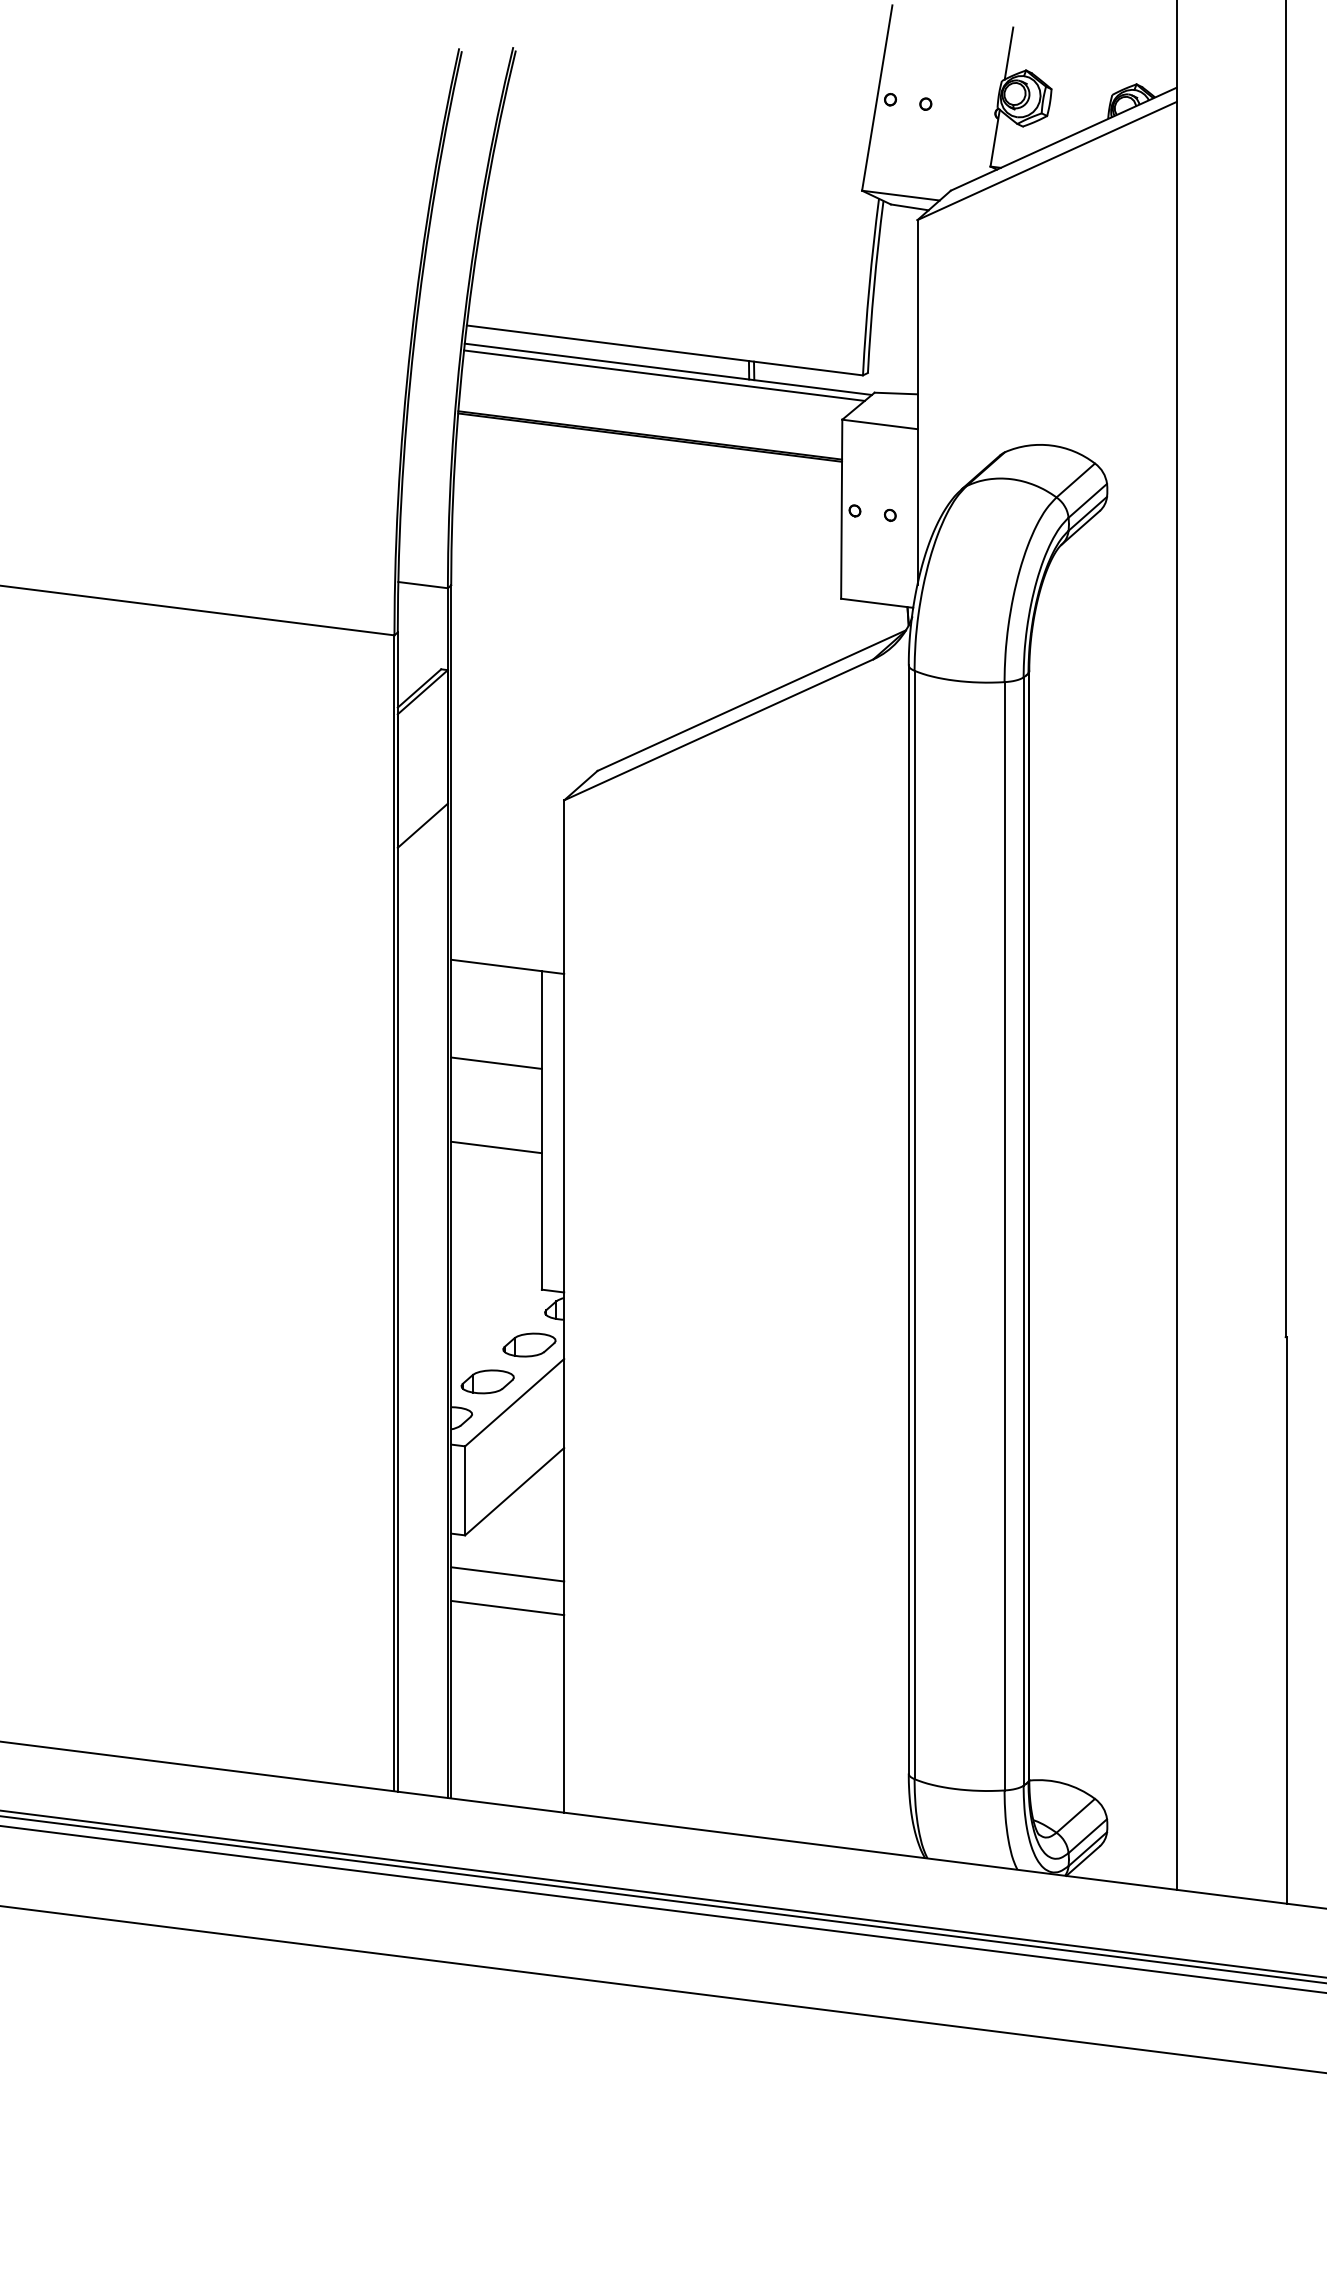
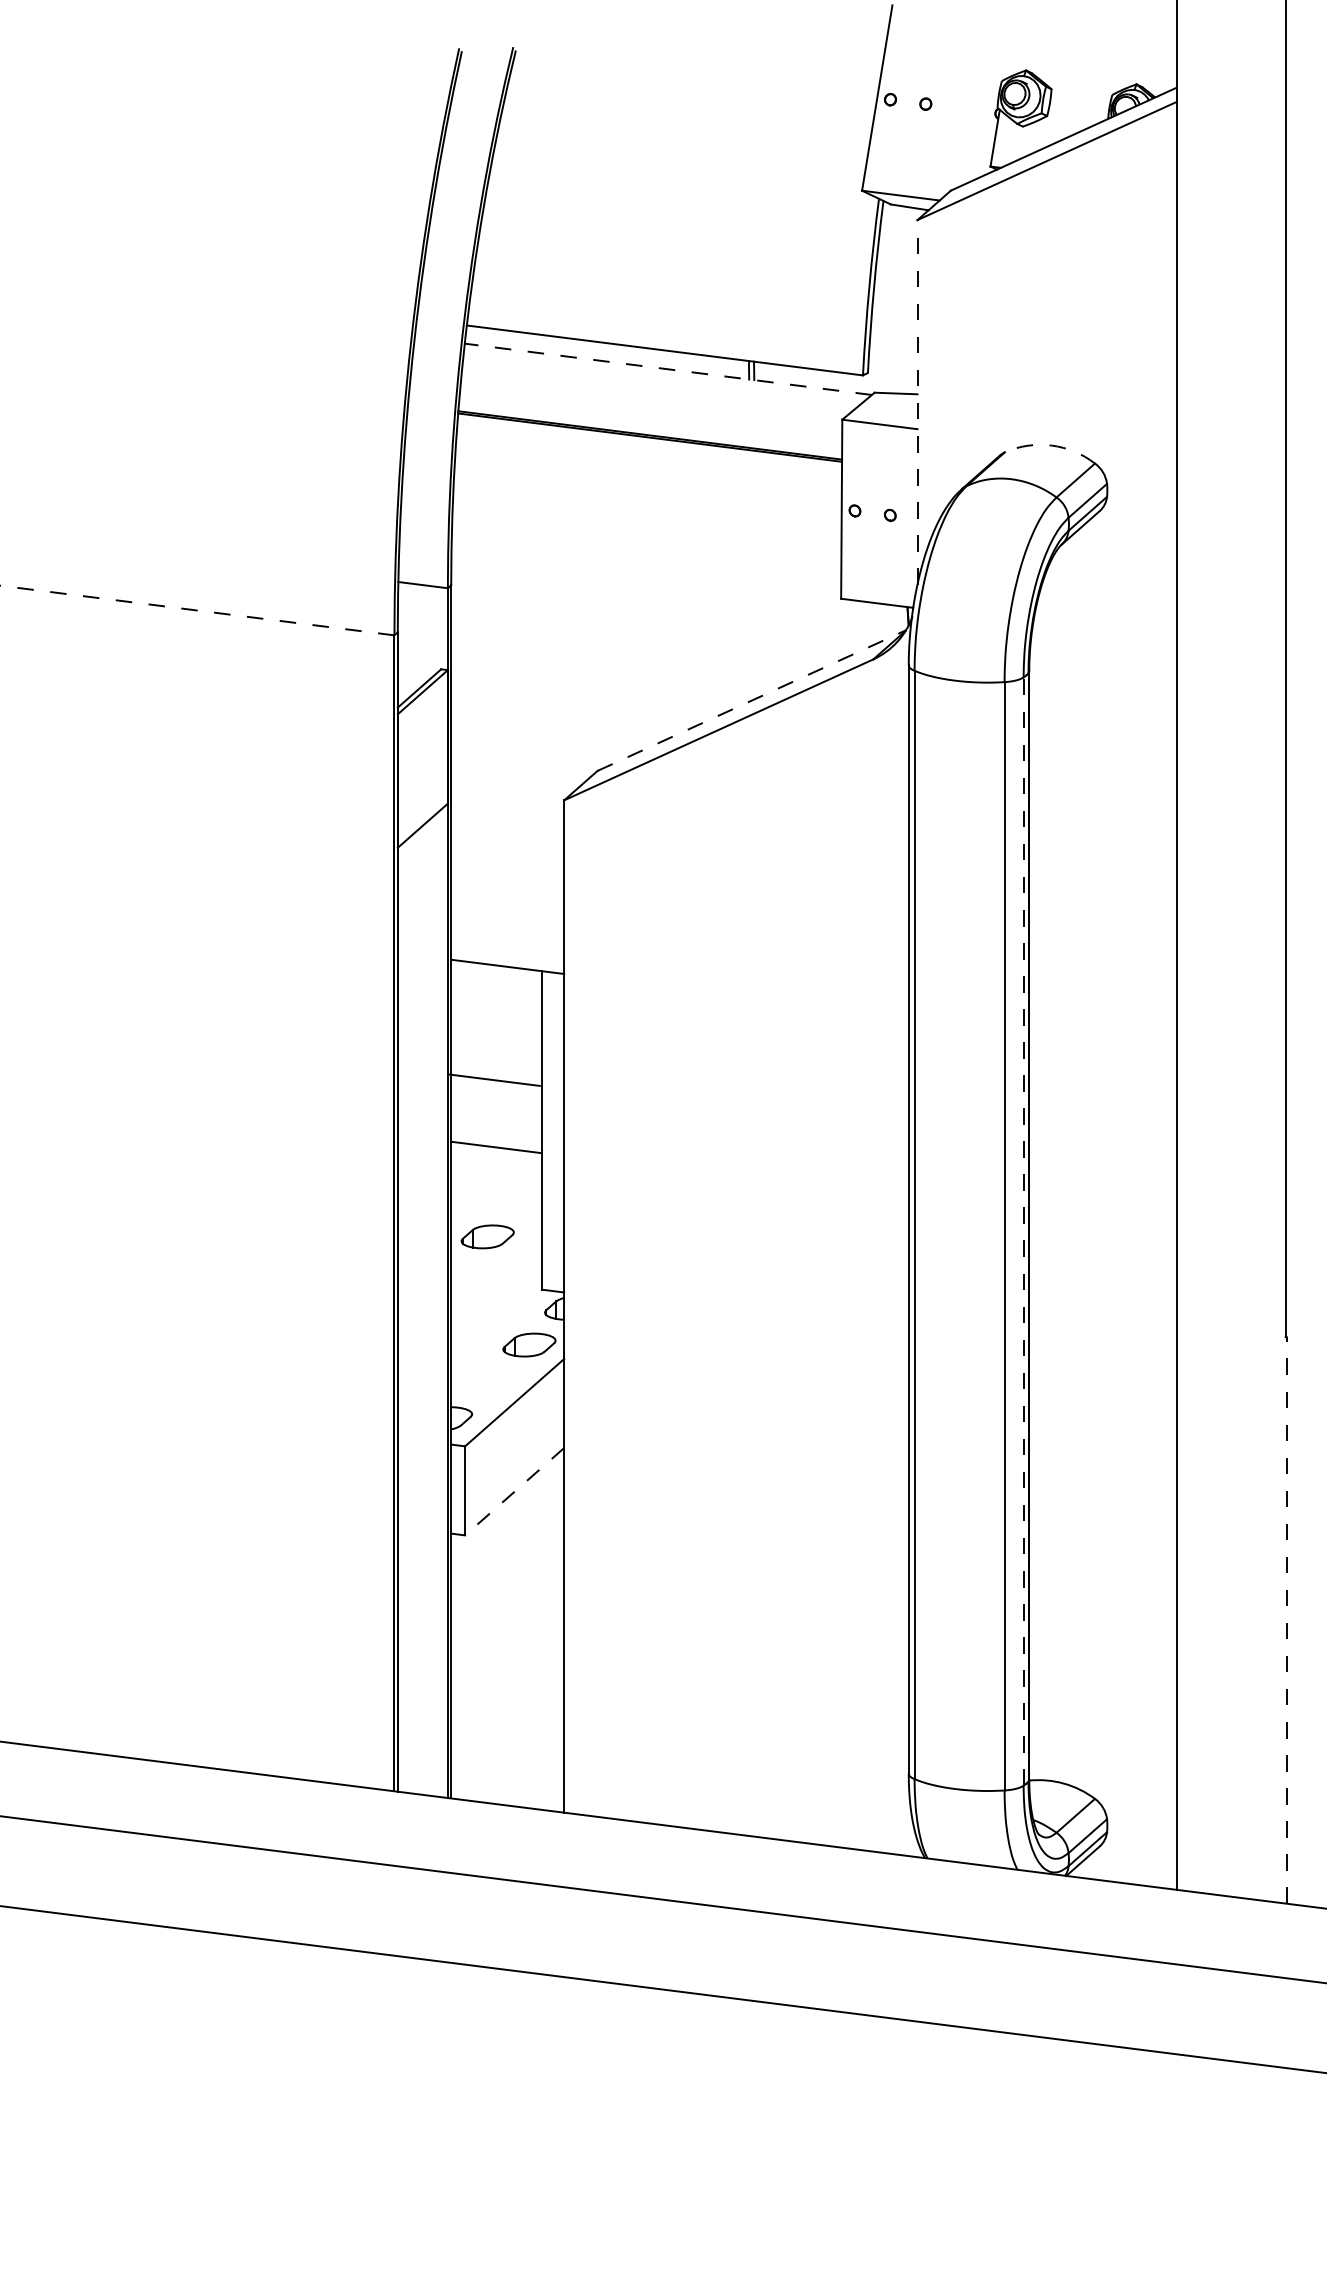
line at (1008, 53): present -> none
line at (667, 369): solid -> dashed
line at (664, 375): present -> none
line at (917, 401): solid -> dashed
arc at (1051, 445): solid -> dashed
line at (197, 610): solid -> dashed
line at (751, 700): solid -> dashed
line at (496, 1062) position: (496, 1062) -> (494, 1079)
line at (1023, 1231): solid -> dashed
part at (487, 1381) position: (487, 1381) -> (487, 1236)
line at (514, 1492): solid -> dashed
line at (507, 1574): present -> none
line at (507, 1607): present -> none
line at (1287, 1620): solid -> dashed
line at (662, 1893): present -> none
line at (662, 1909): present -> none
